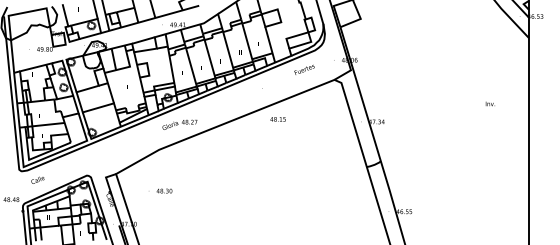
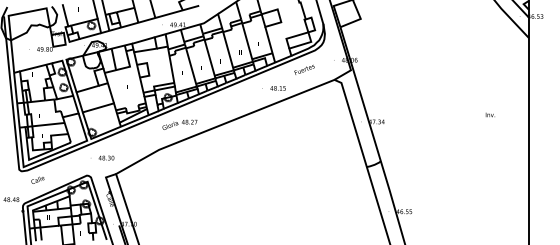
text at (489, 103) position: (489, 103) -> (489, 114)
text at (277, 119) position: (277, 119) -> (277, 88)
text at (160, 190) position: (160, 190) -> (102, 157)
